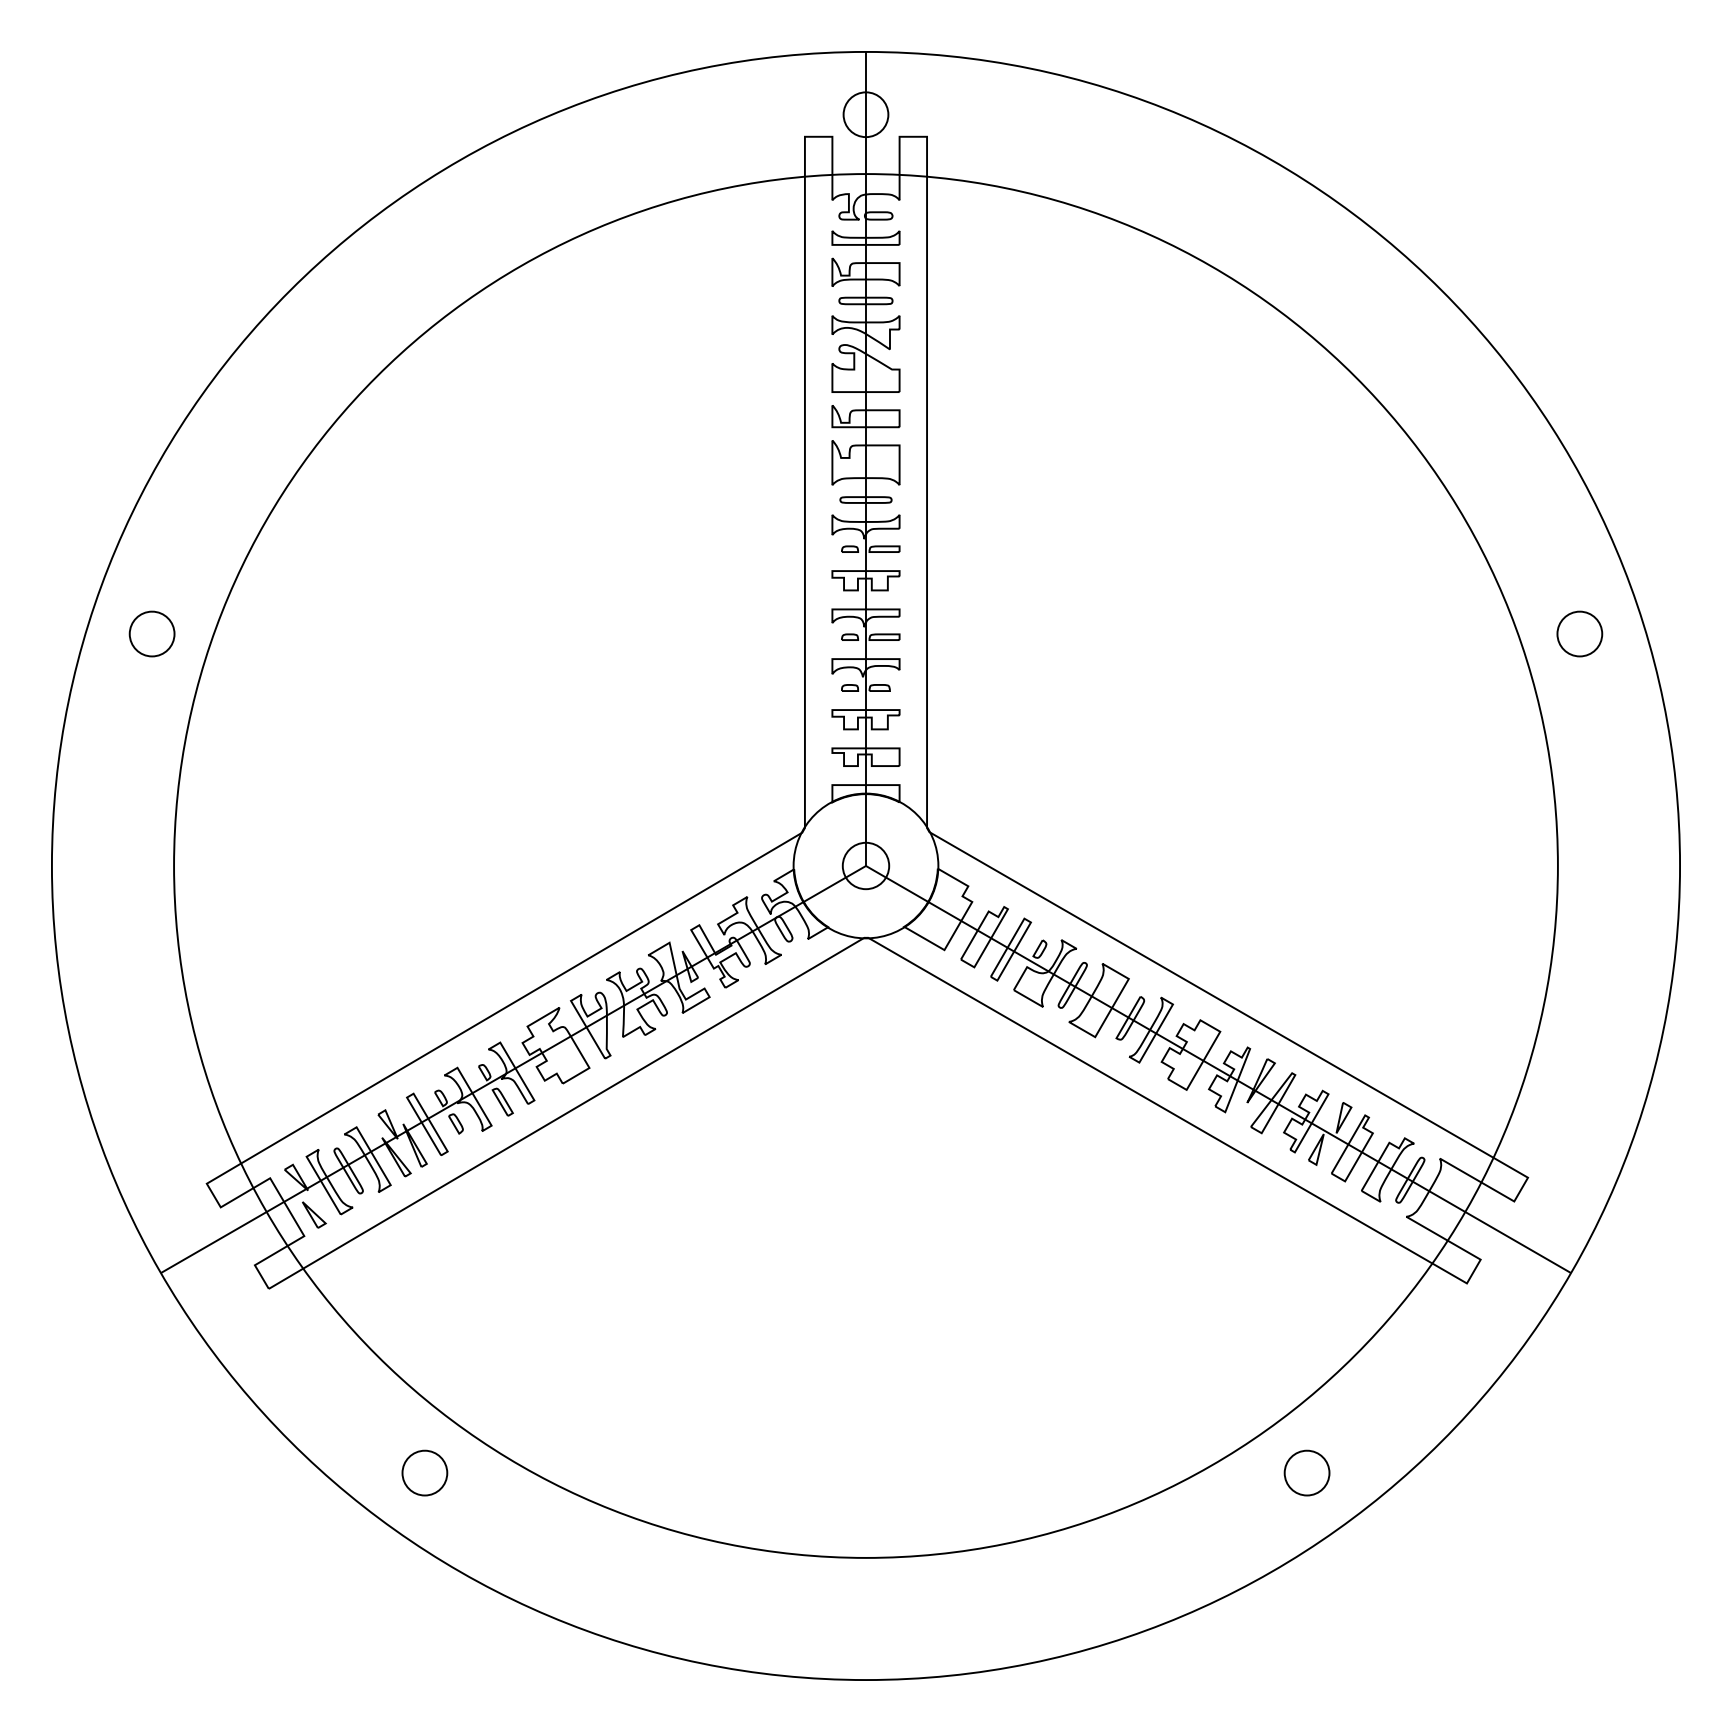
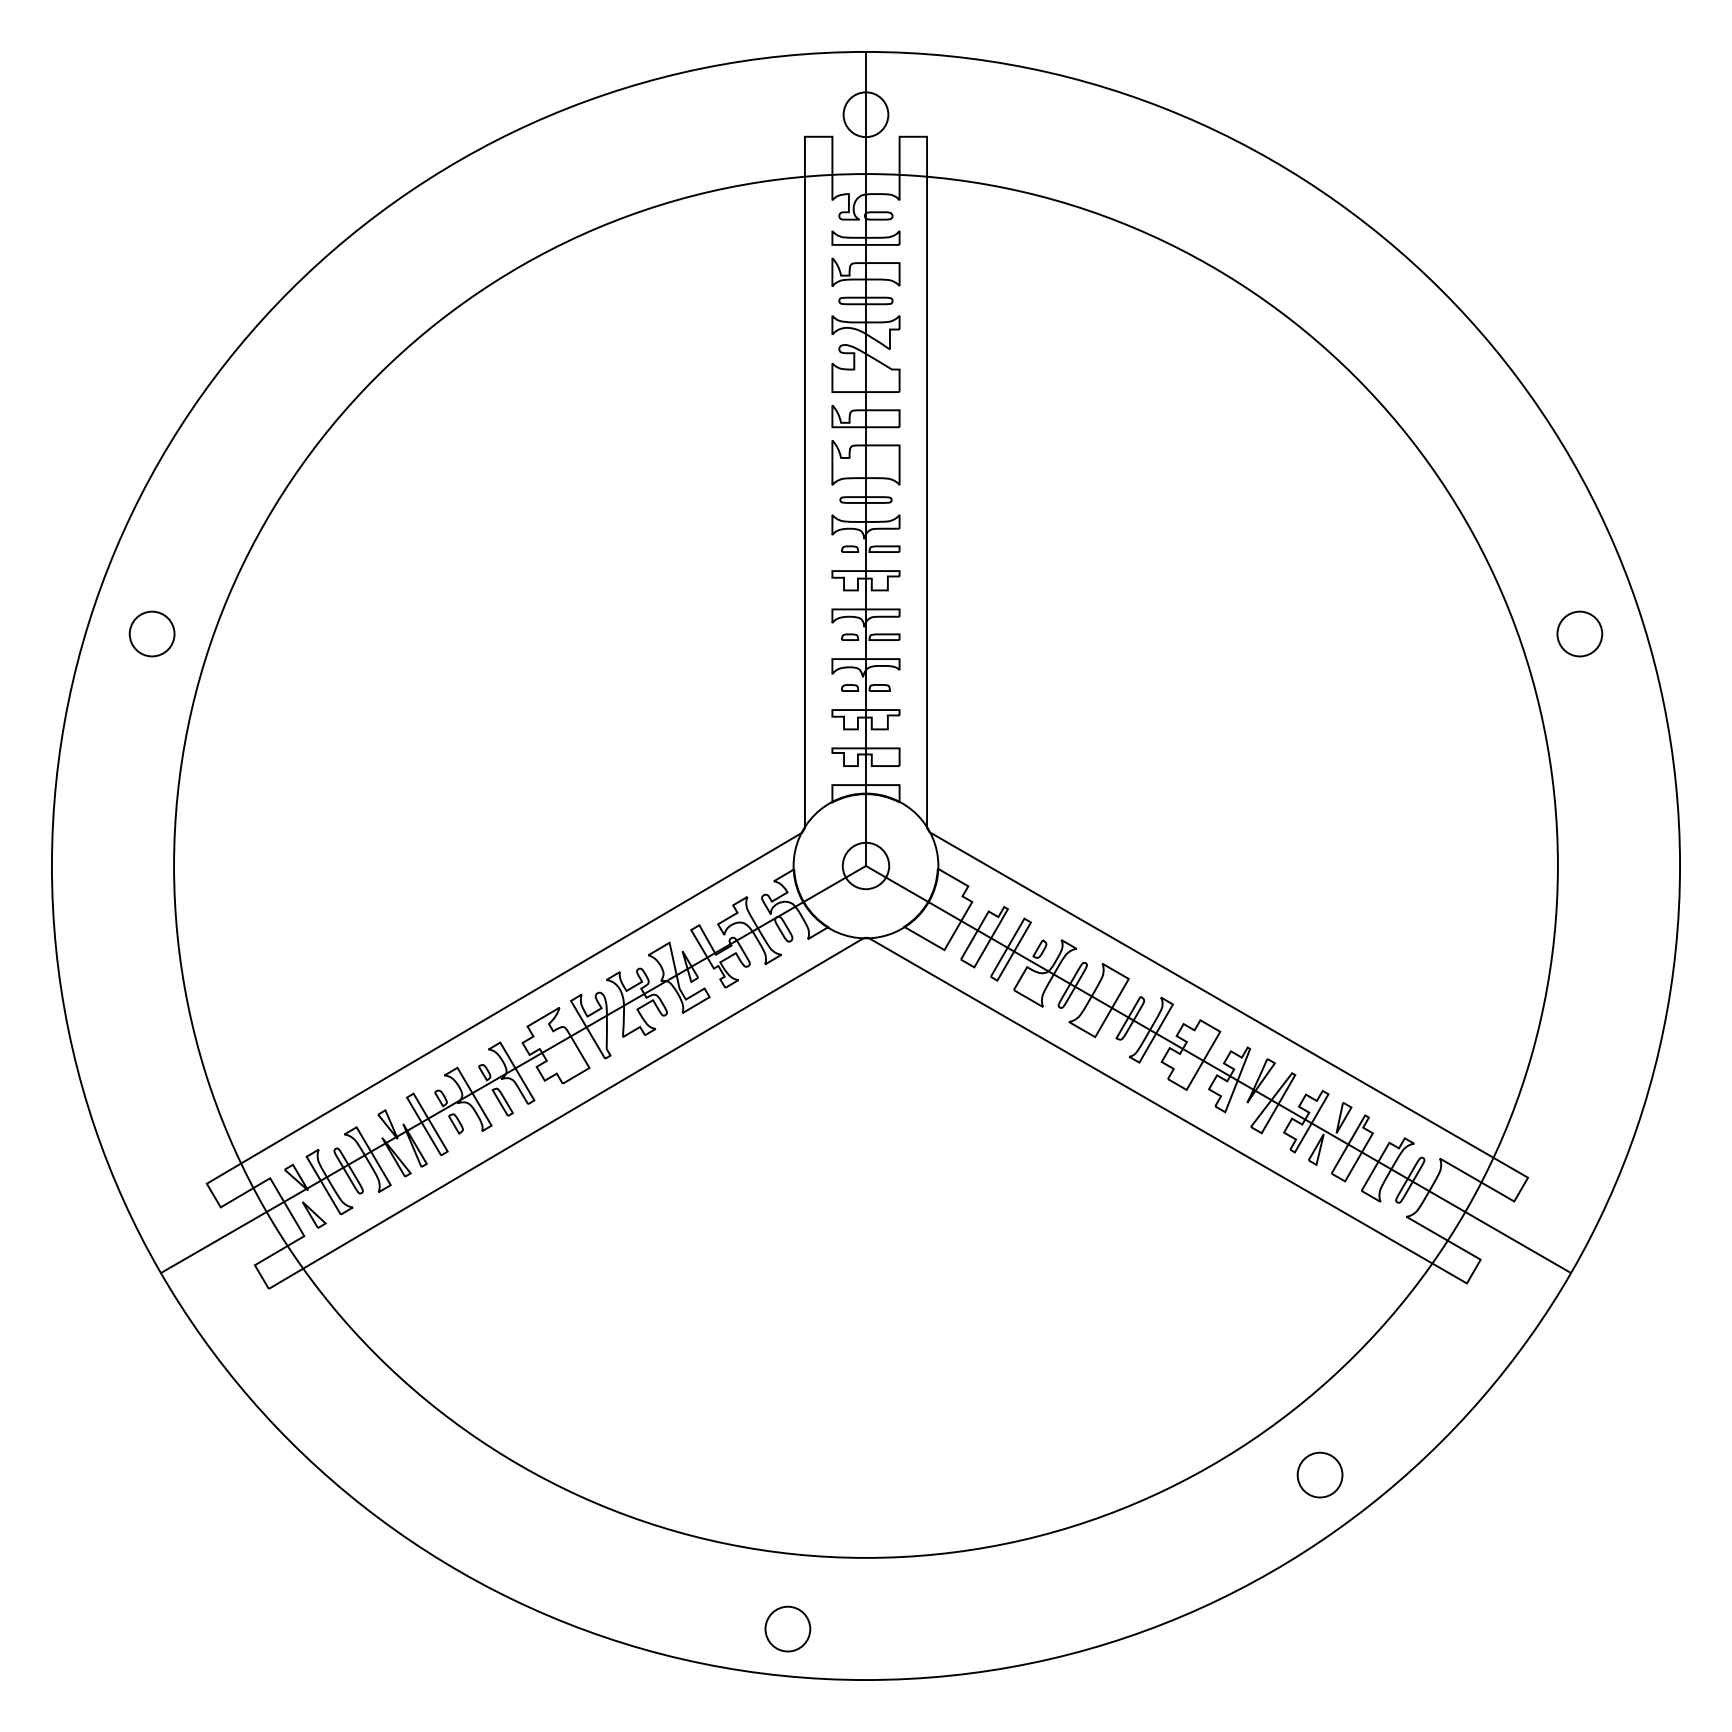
part at (424, 1472) position: (424, 1472) -> (787, 1628)
part at (1306, 1472) position: (1306, 1472) -> (1319, 1474)
